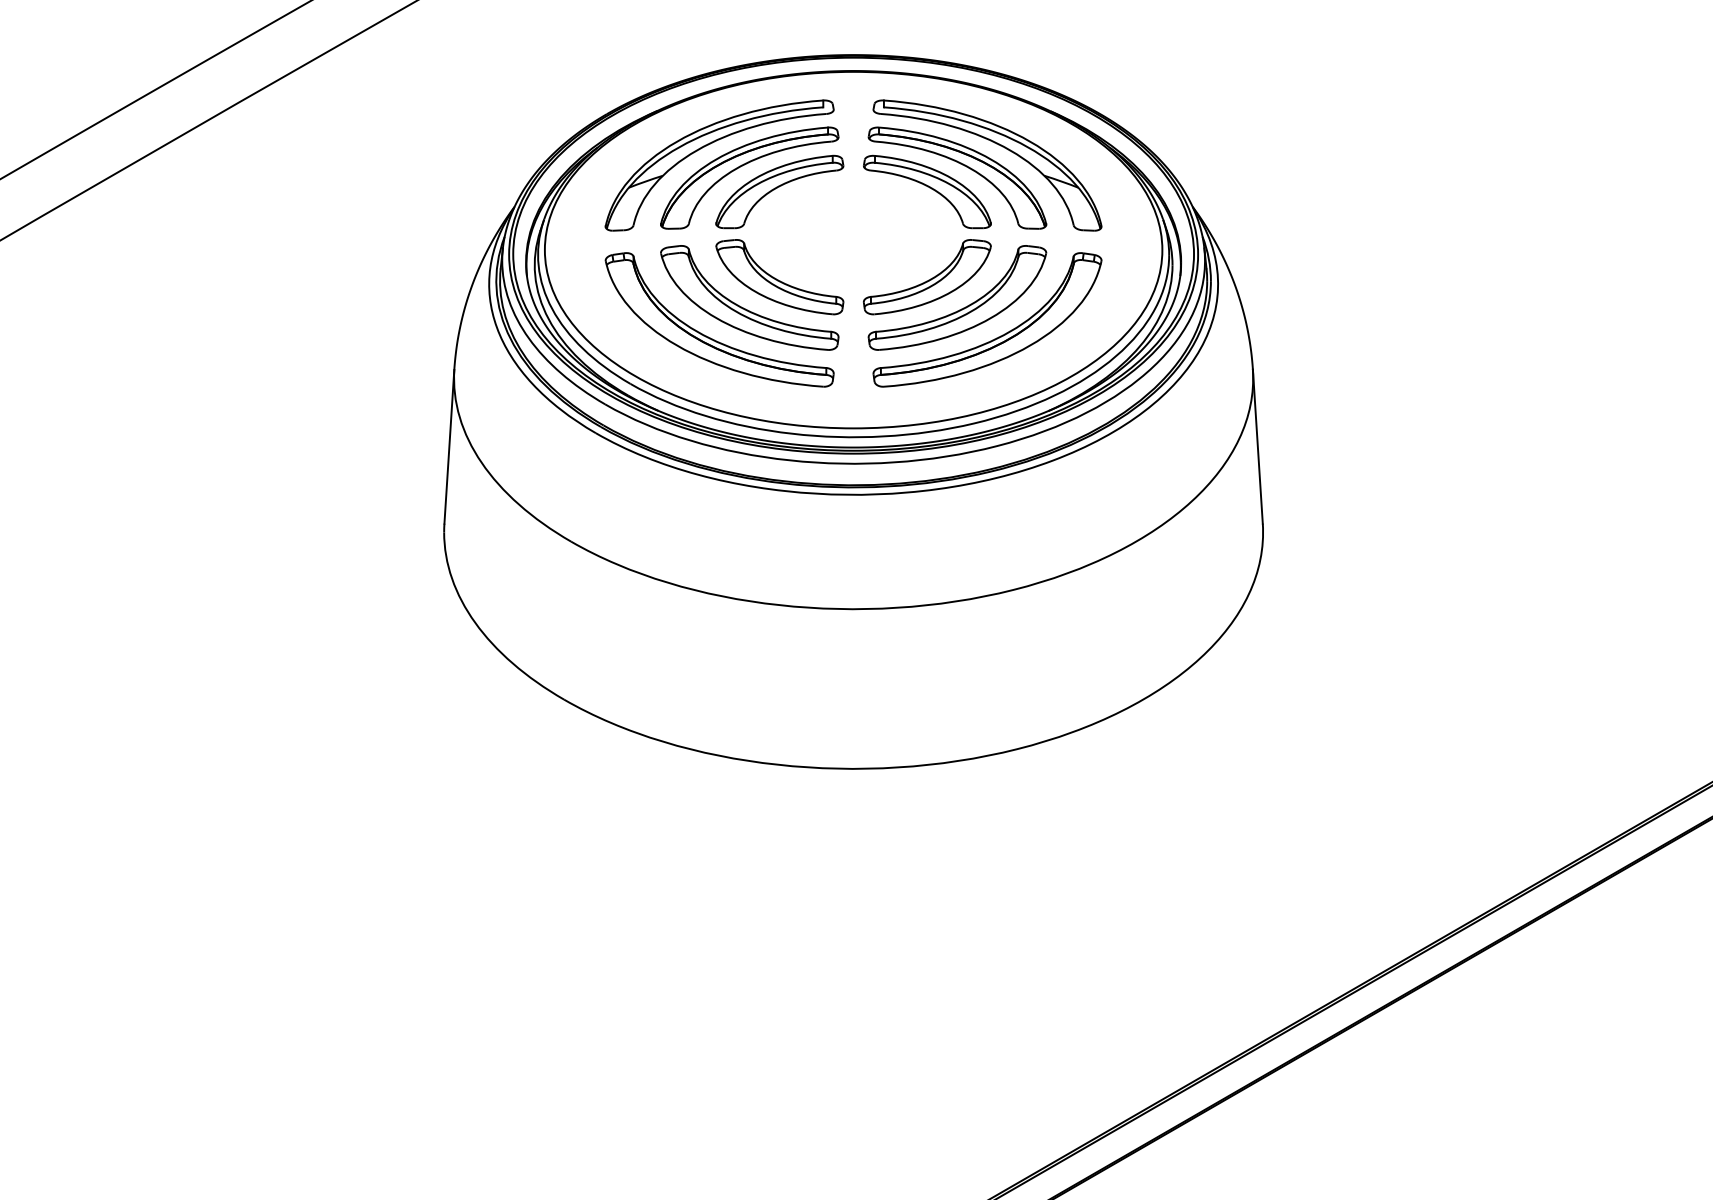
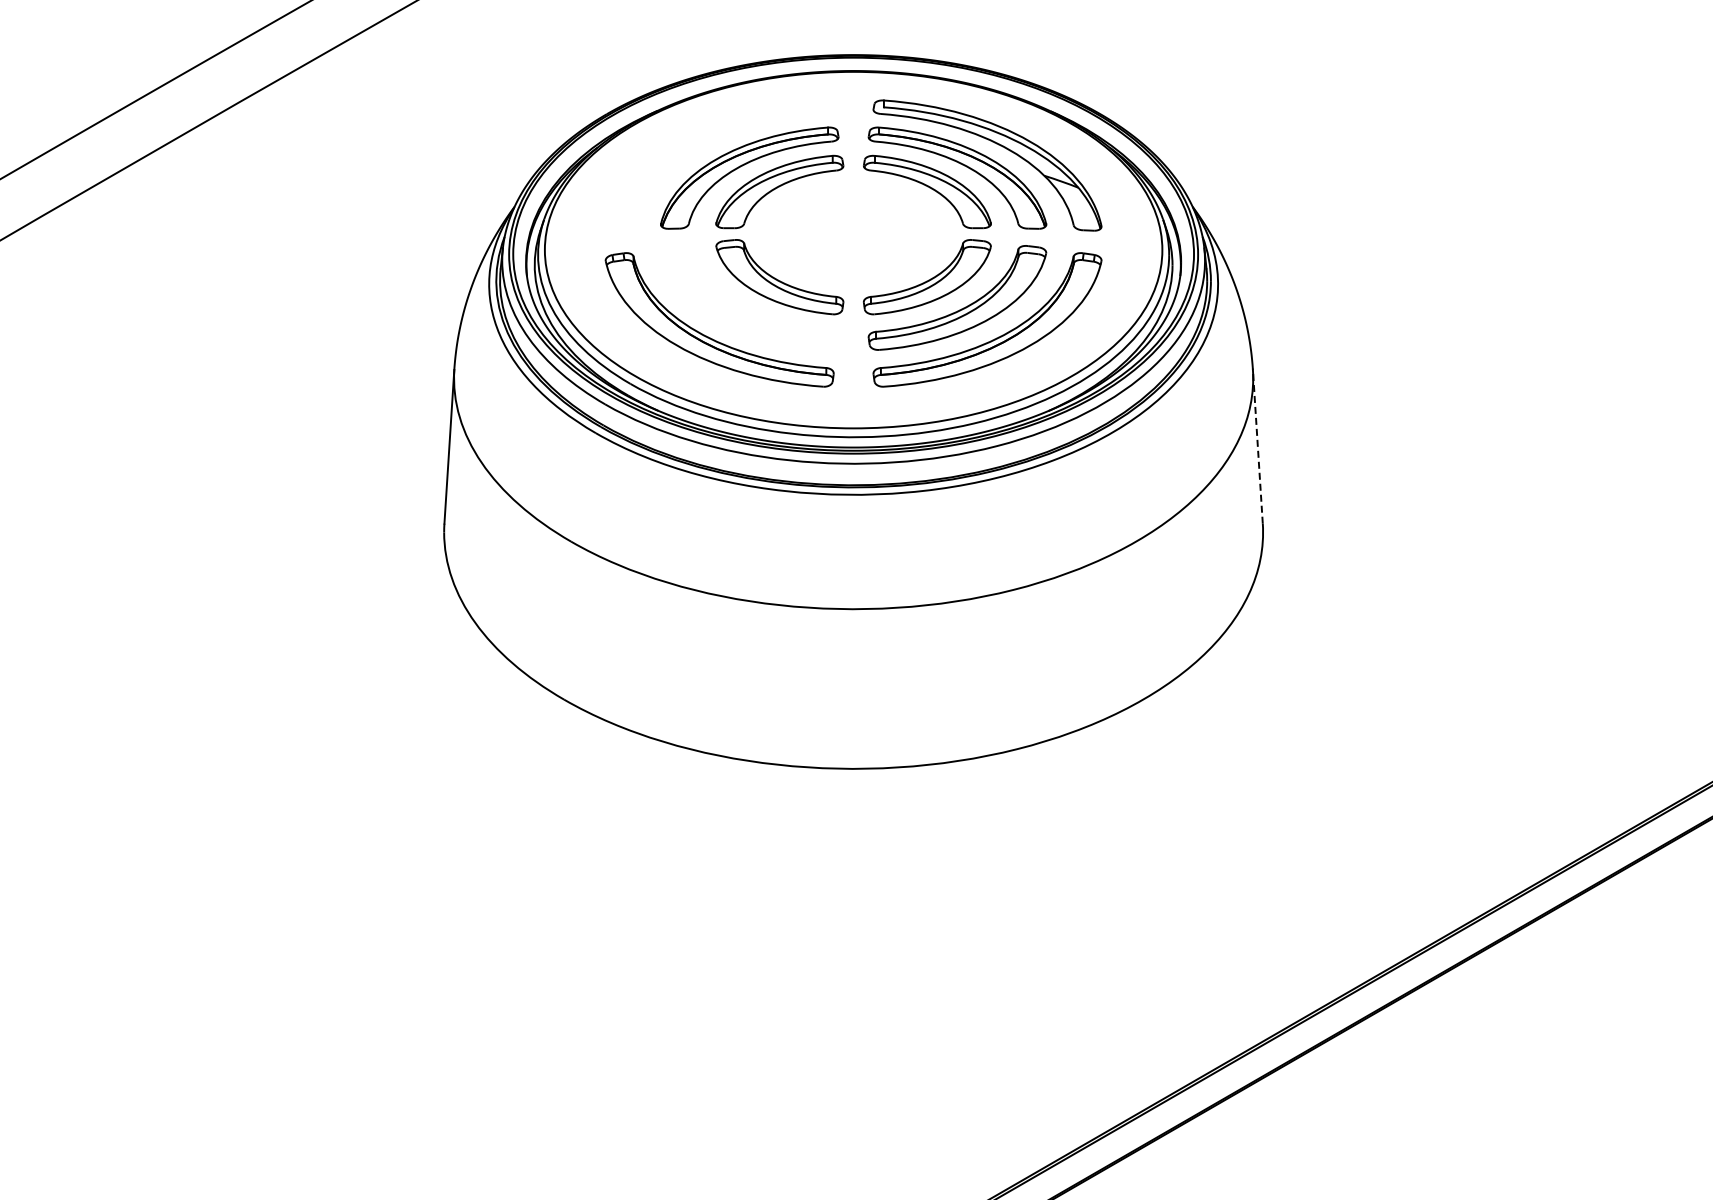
part at (708, 145): present -> none
part at (743, 307): present -> none
line at (1257, 446): solid -> dashed
